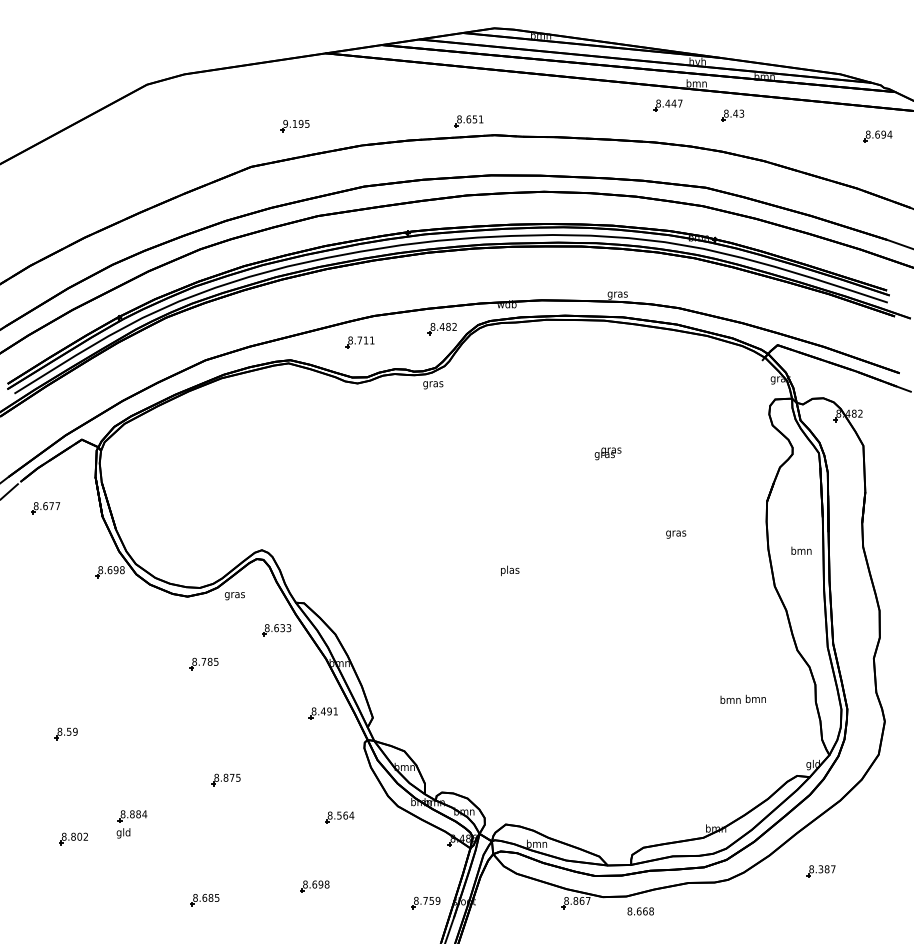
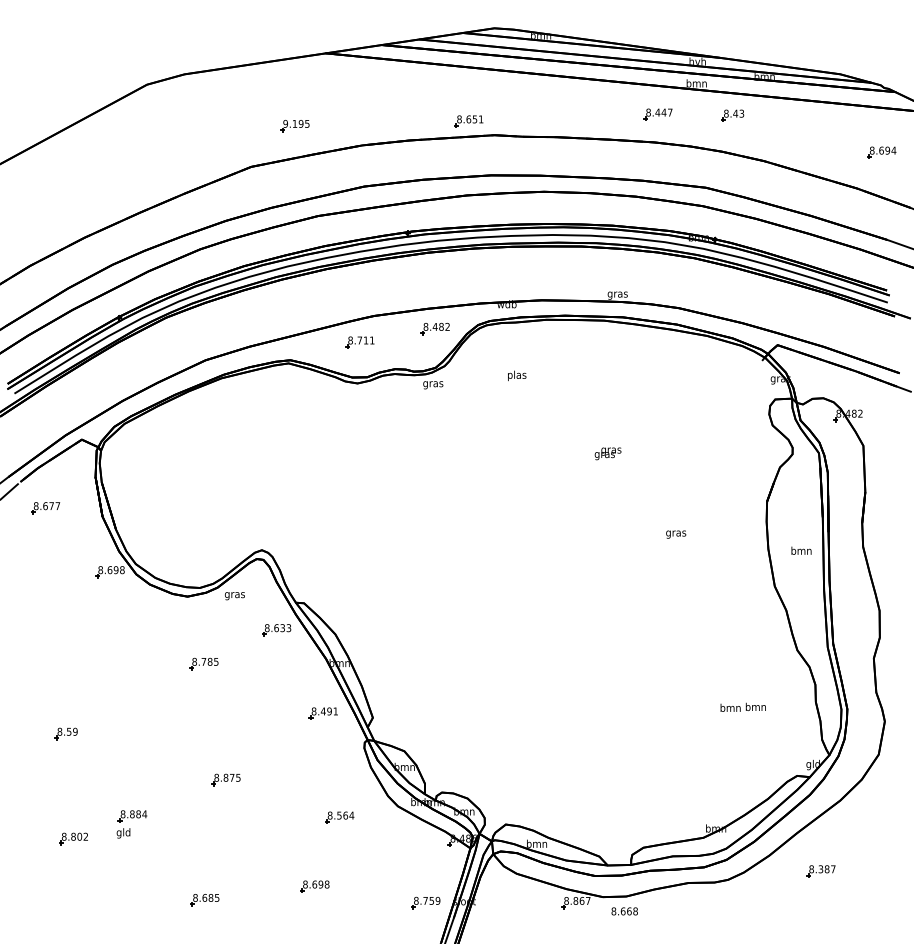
part at (667, 105) position: (667, 105) -> (657, 114)
part at (877, 136) position: (877, 136) -> (881, 152)
part at (441, 329) position: (441, 329) -> (434, 329)
text at (510, 570) position: (510, 570) -> (517, 375)
text at (742, 698) position: (742, 698) -> (742, 706)
text at (640, 911) position: (640, 911) -> (624, 911)
